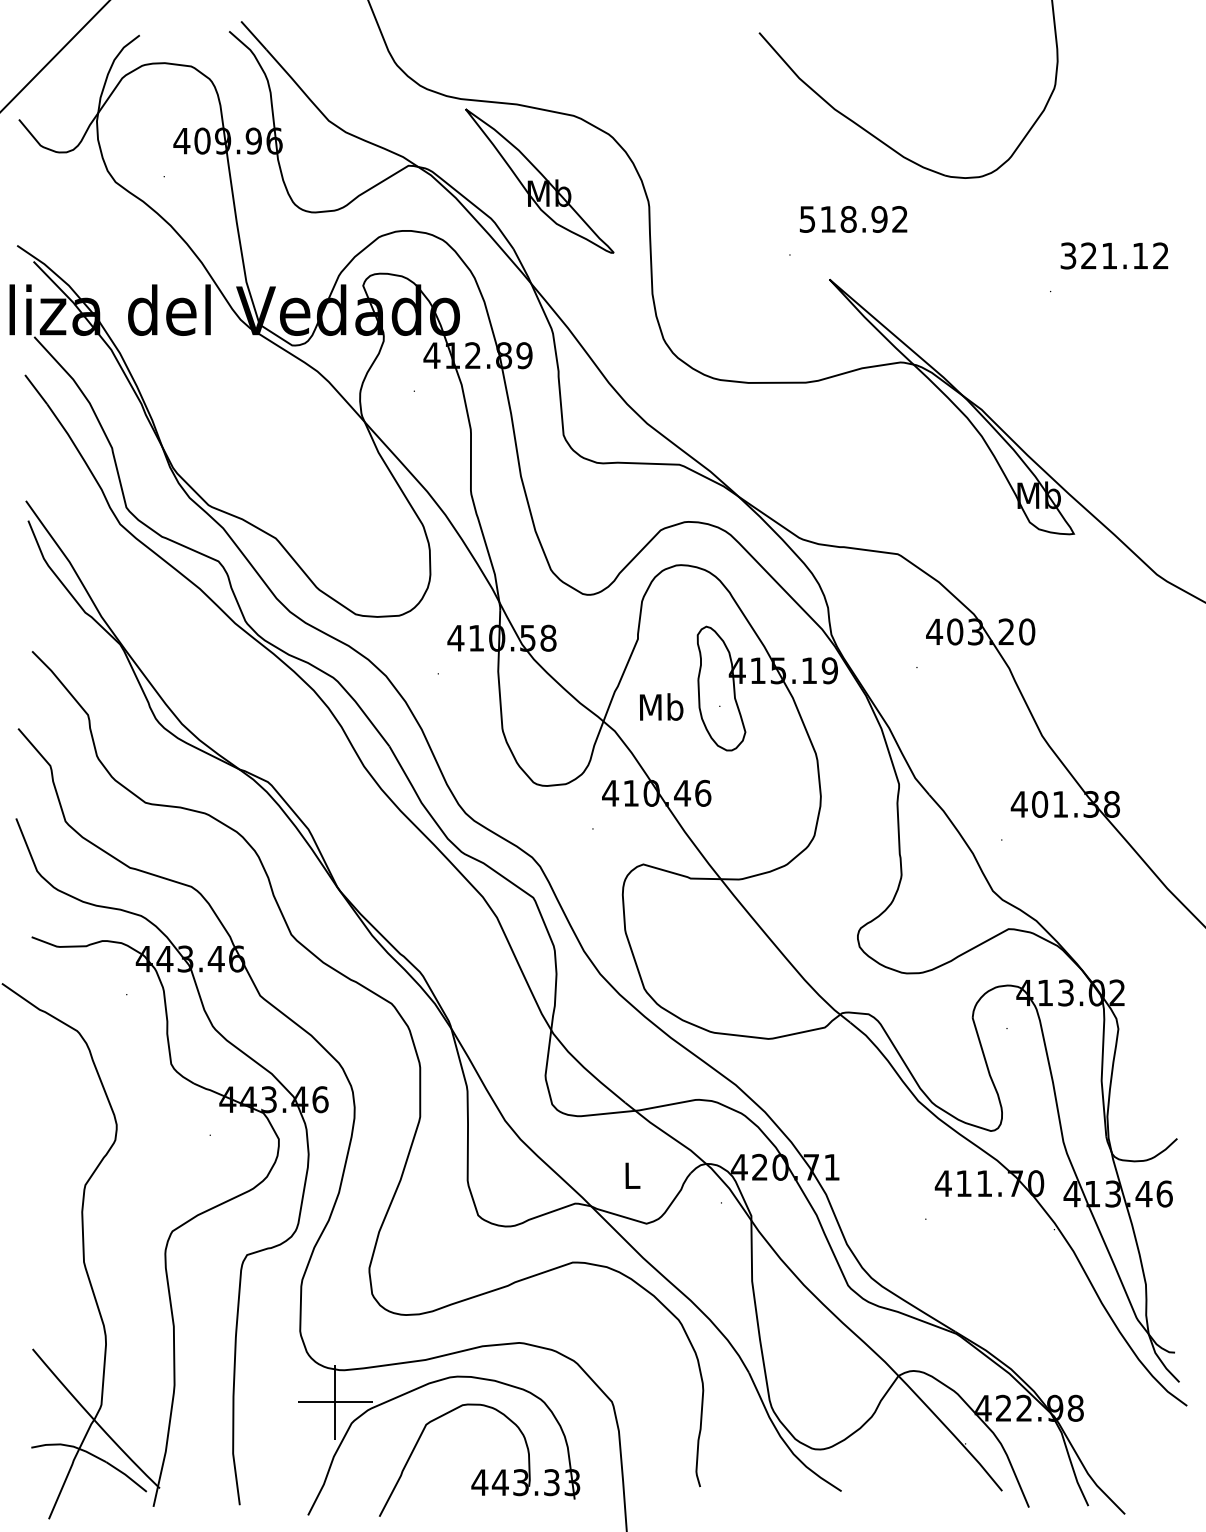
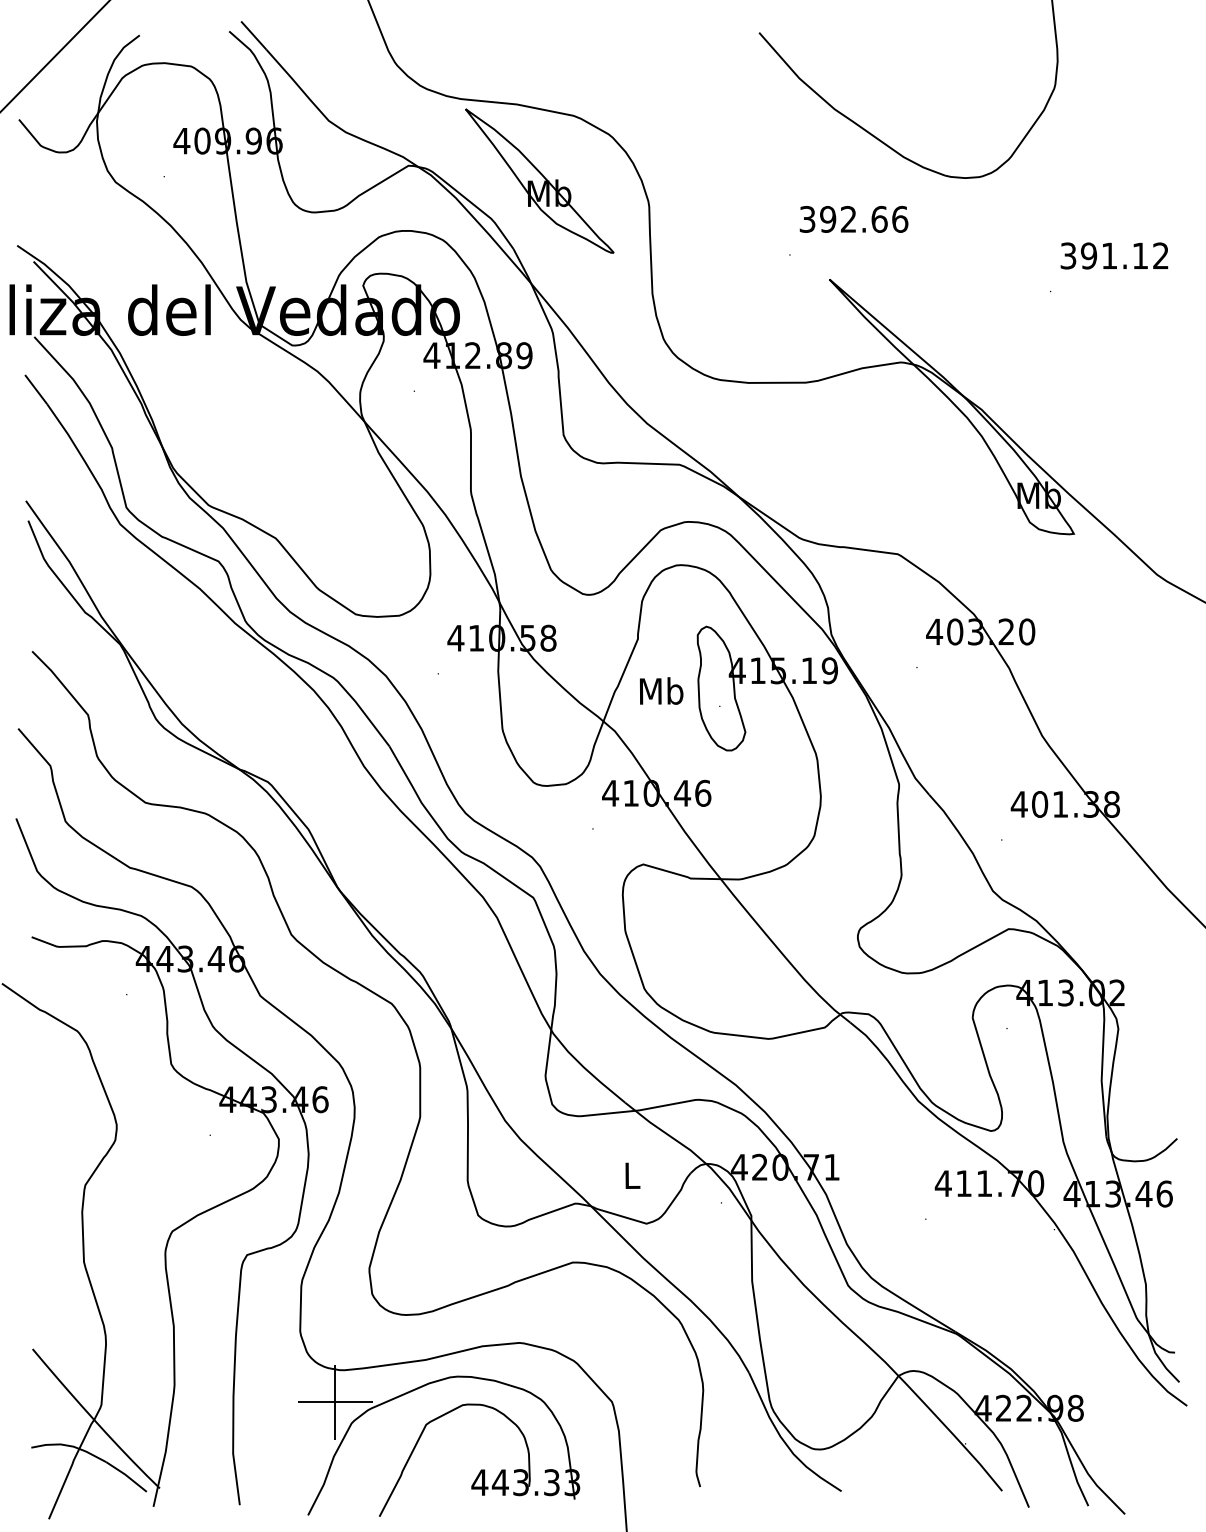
text at (854, 218): 518.92 -> 392.66
text at (1088, 255): 321.12 -> 391.12
text at (661, 706) position: (661, 706) -> (661, 690)
